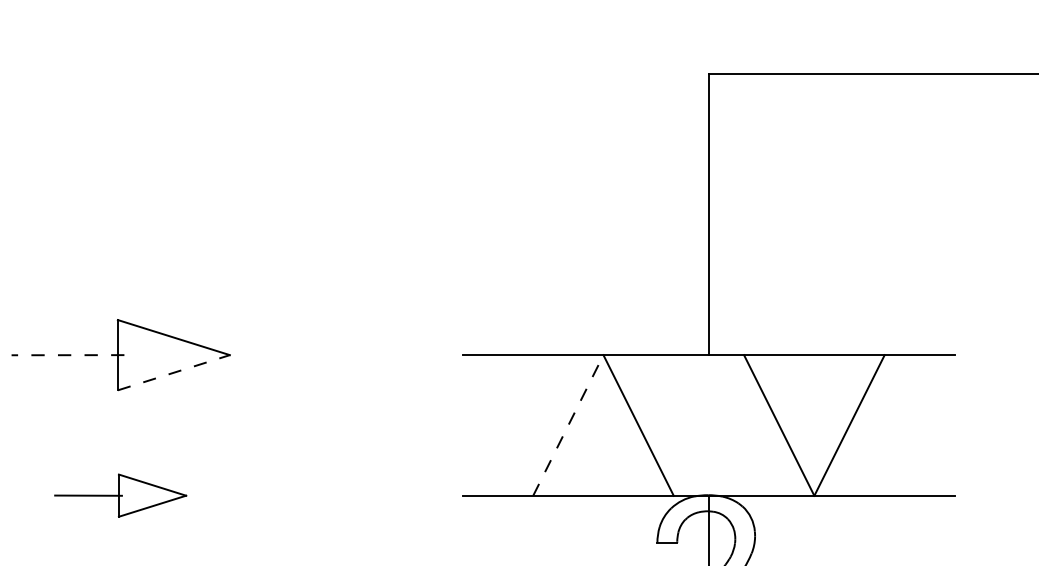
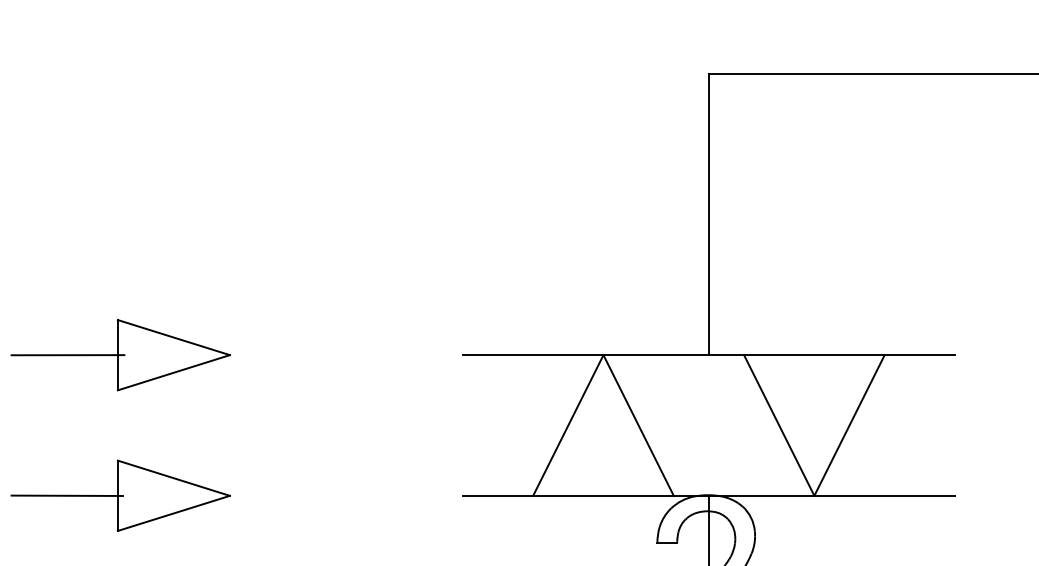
line at (67, 355): dashed -> solid
line at (173, 372): dashed -> solid
line at (568, 425): dashed -> solid
part at (120, 495) size: 134x45 px -> 221x73 px
